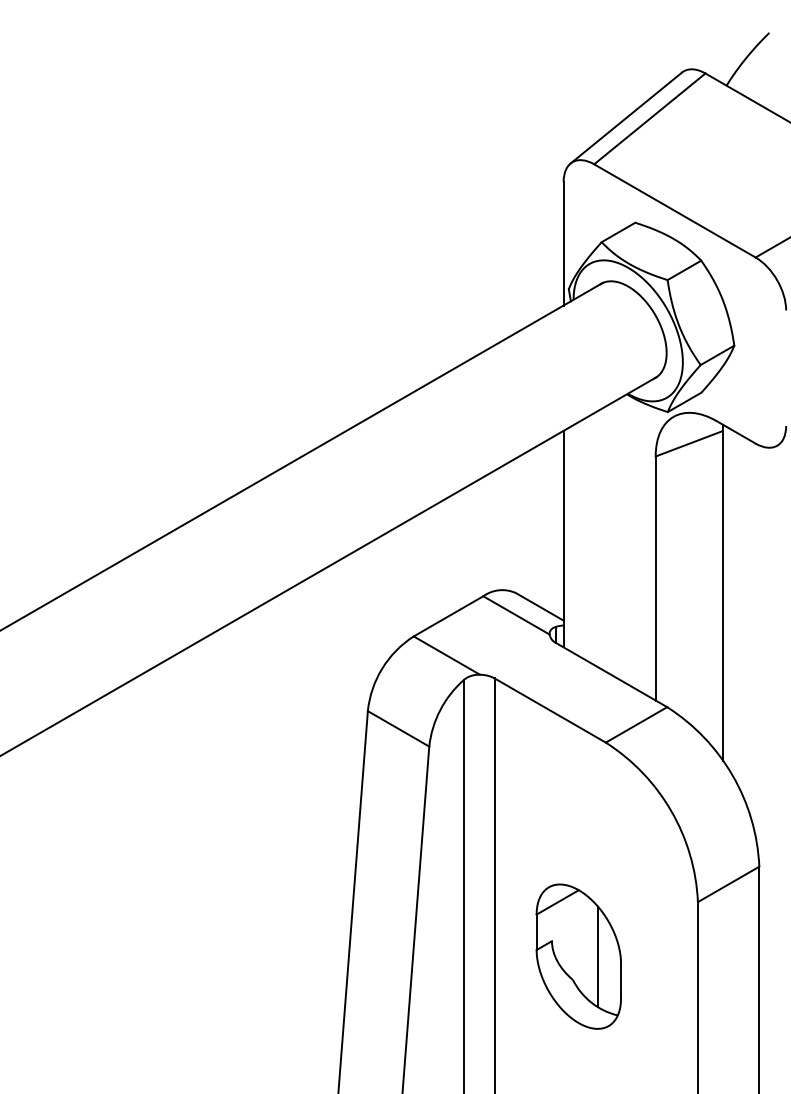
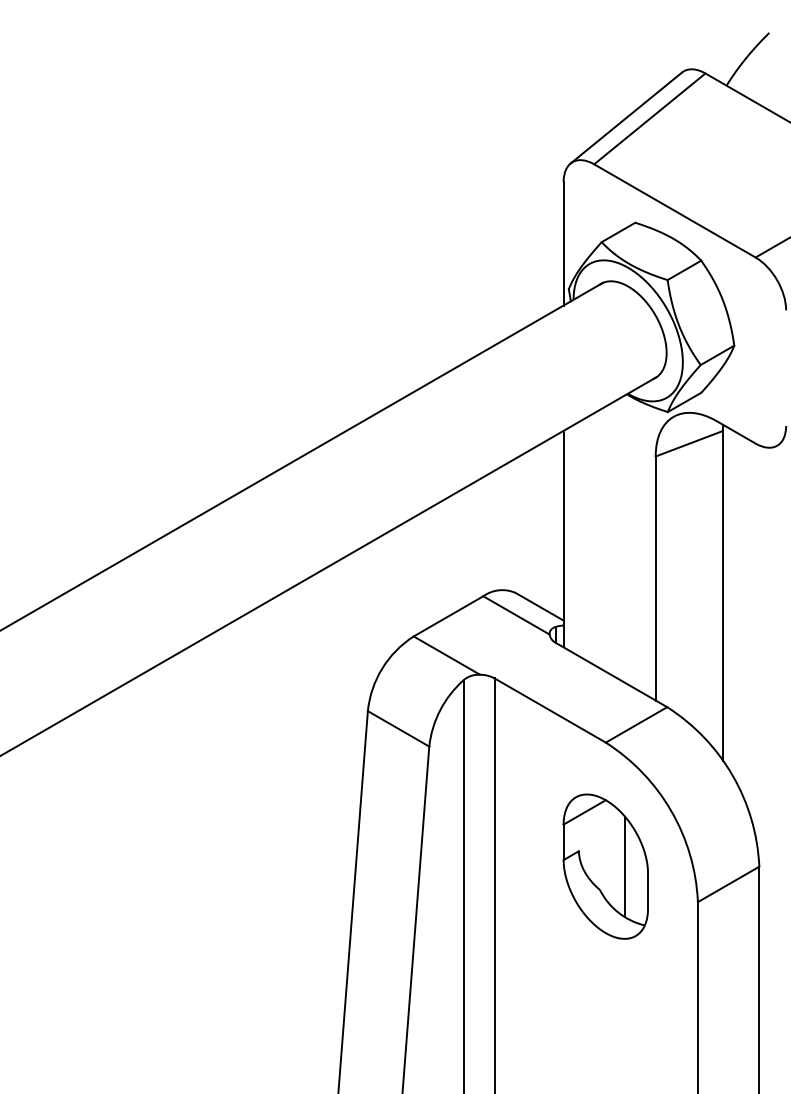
part at (578, 956) position: (578, 956) -> (605, 866)
